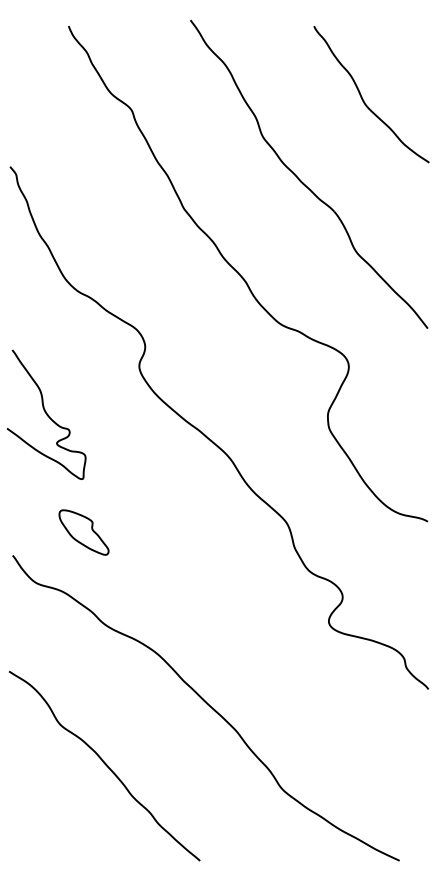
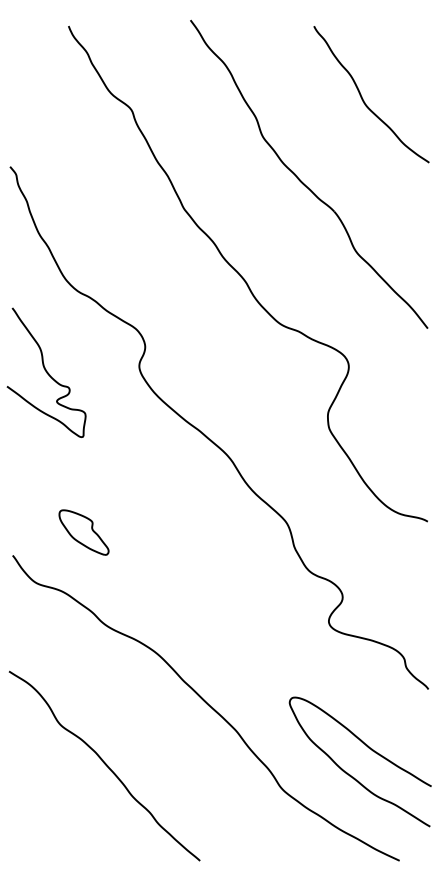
curve at (46, 414) position: (46, 414) -> (46, 372)
curve at (368, 748): none -> present
